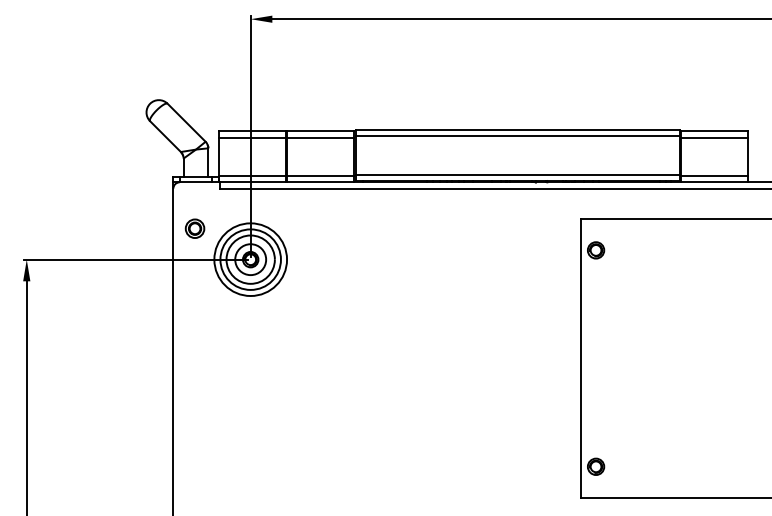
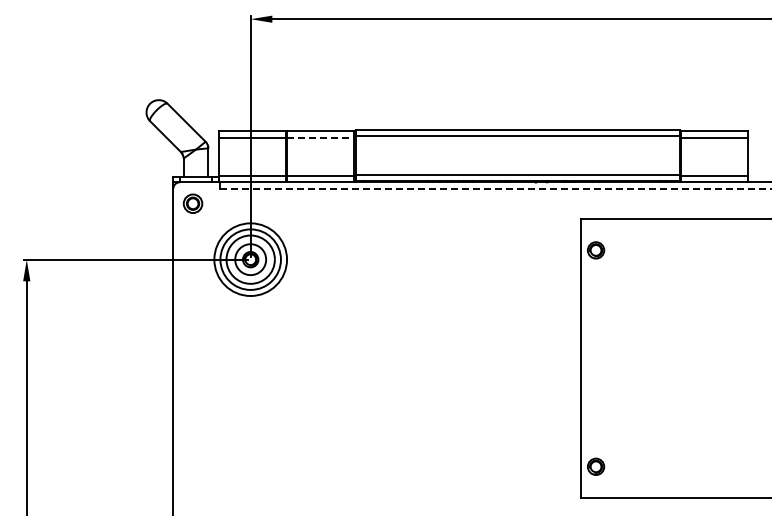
line at (320, 137): solid -> dashed
line at (495, 188): solid -> dashed
part at (194, 228) position: (194, 228) -> (192, 203)
